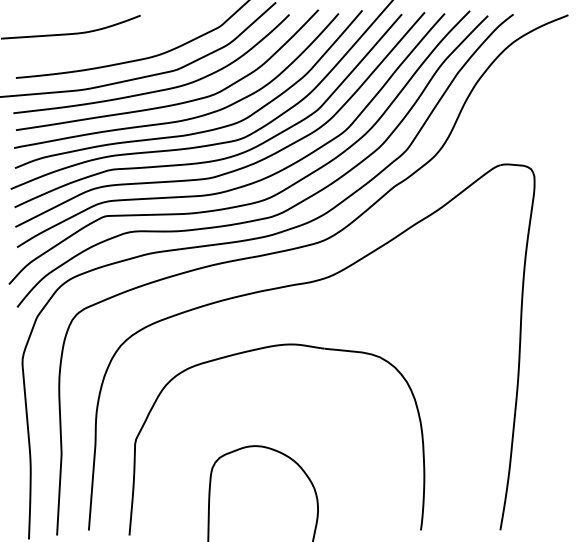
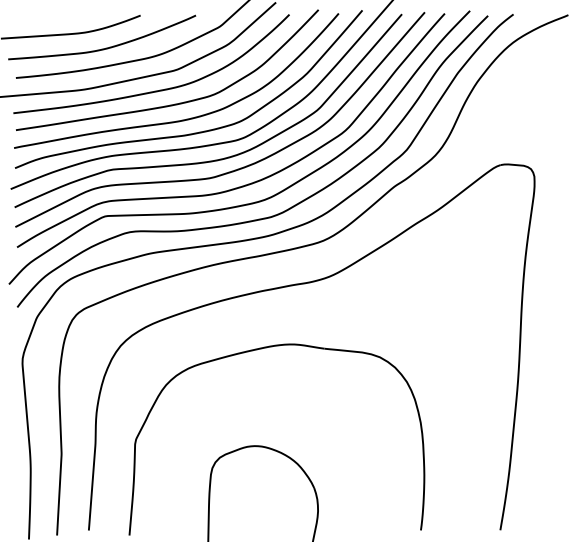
curve at (106, 47): none -> present
